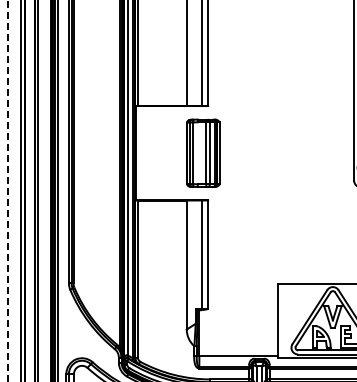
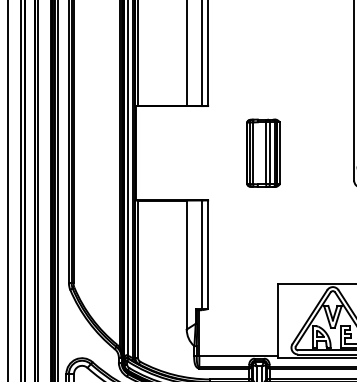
part at (203, 152) position: (203, 152) -> (263, 152)
line at (7, 190): dashed -> solid
